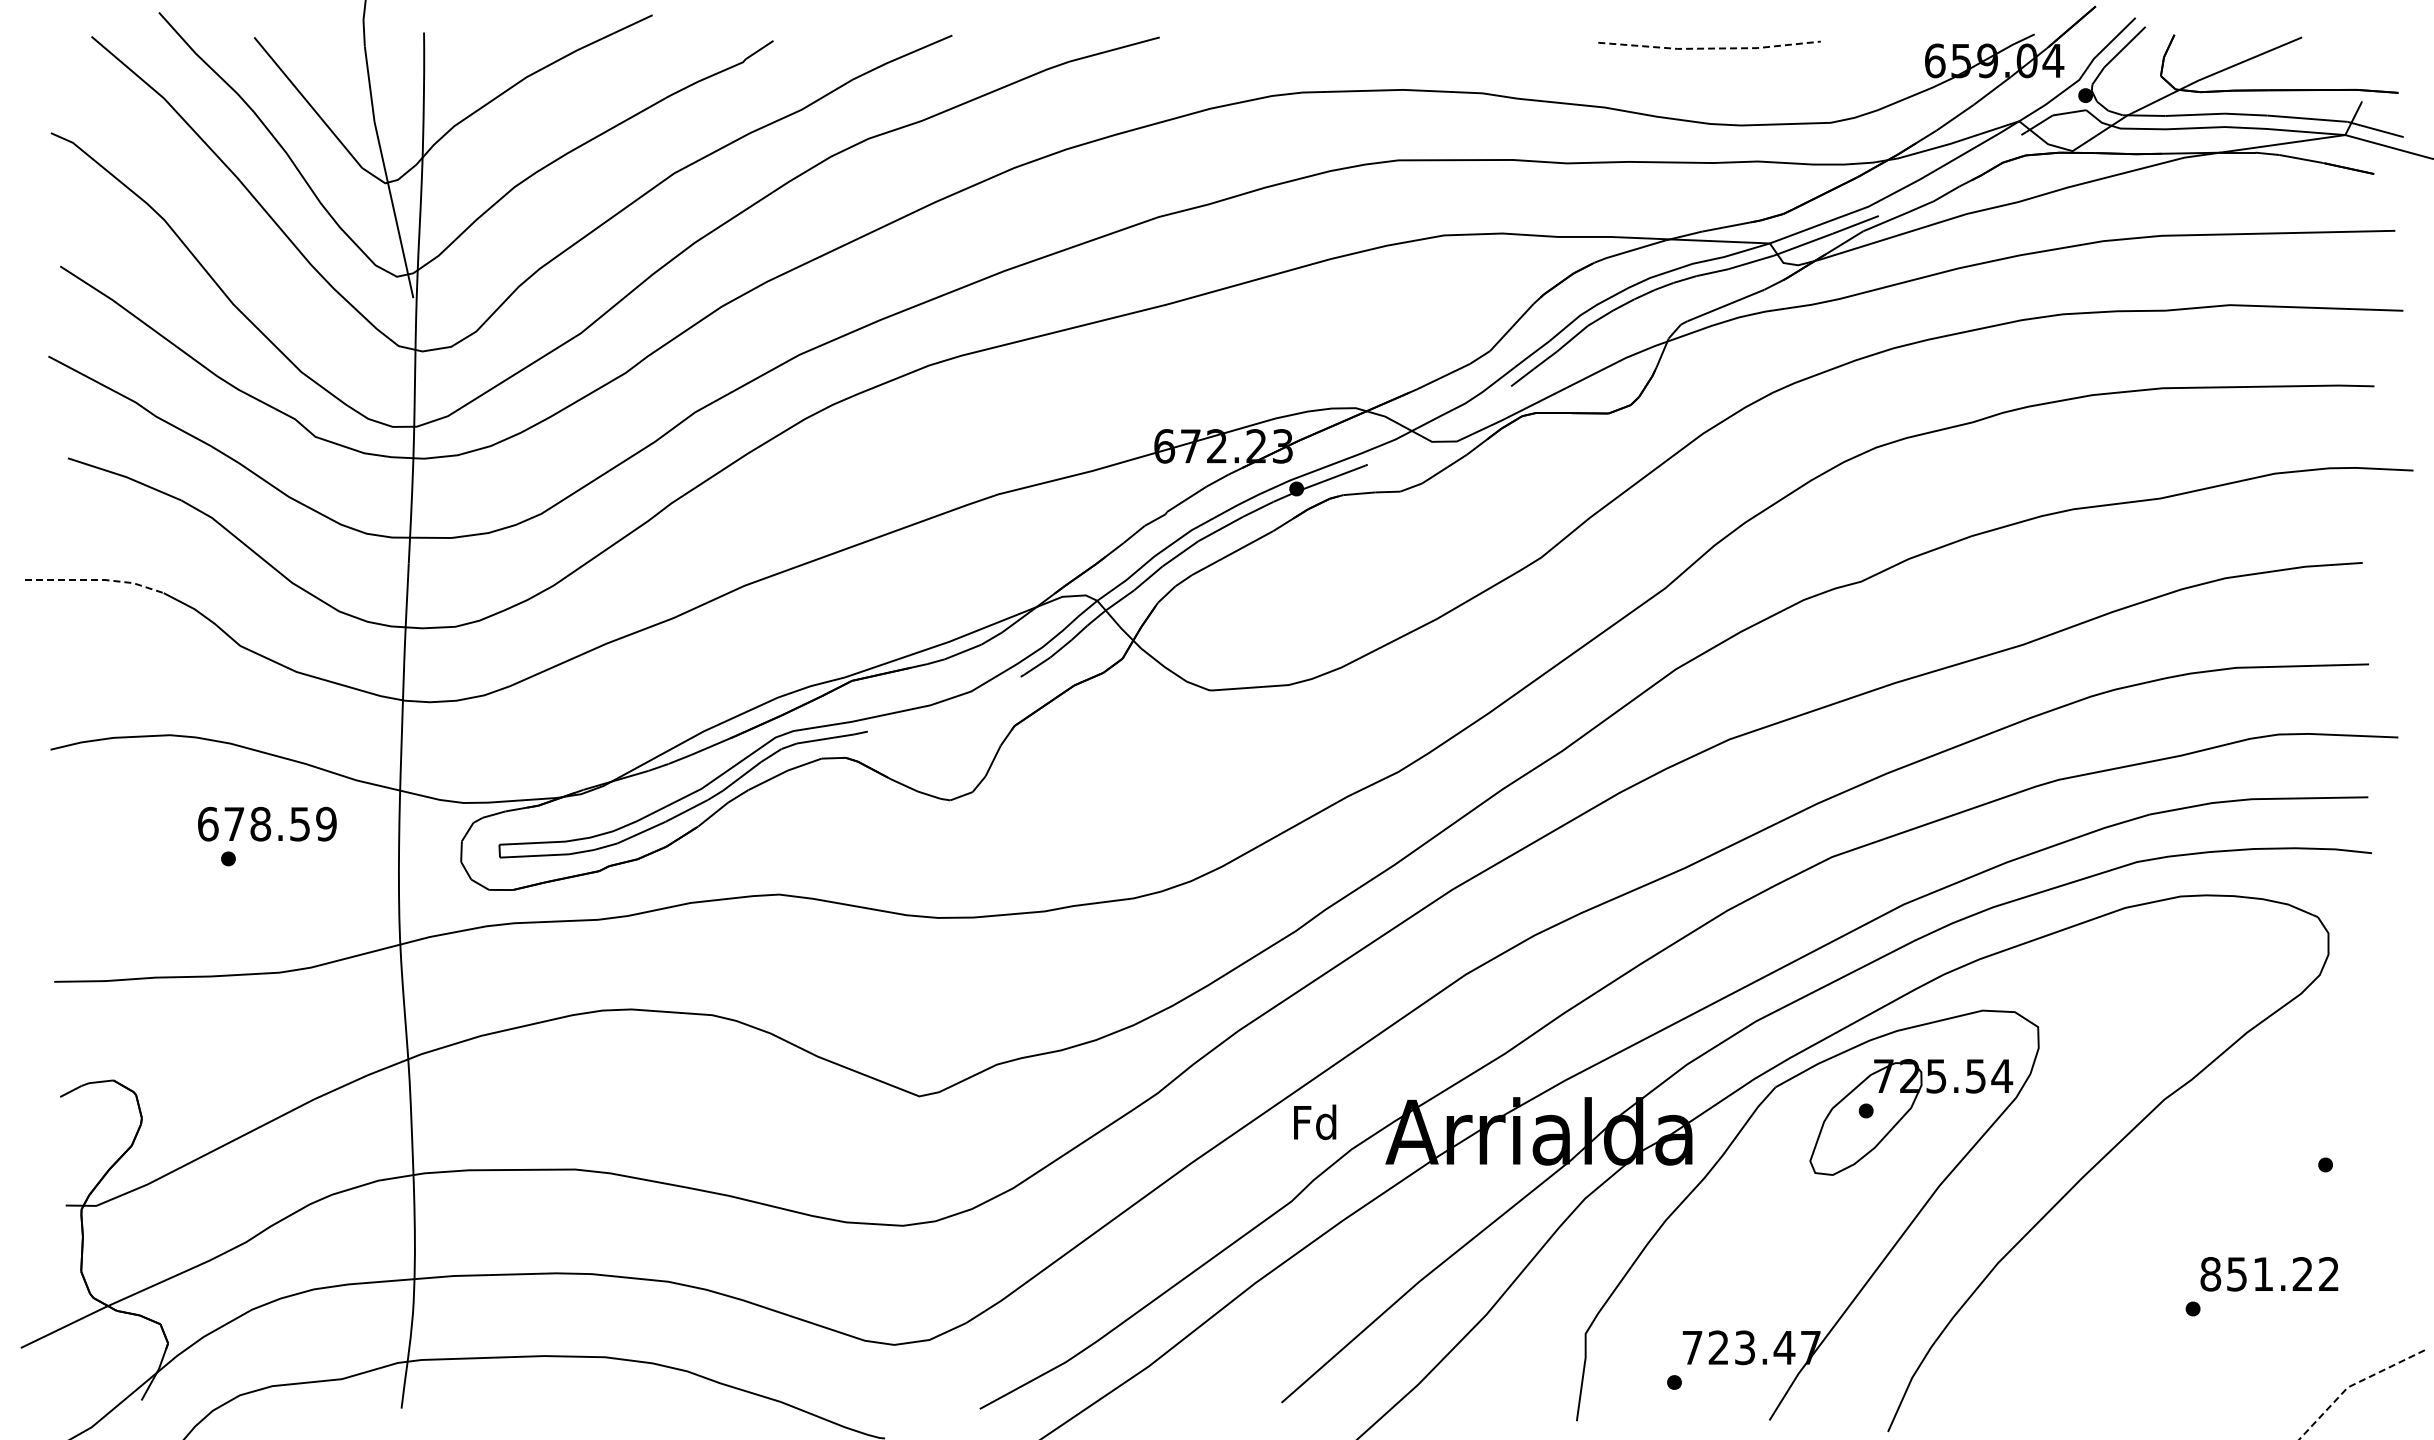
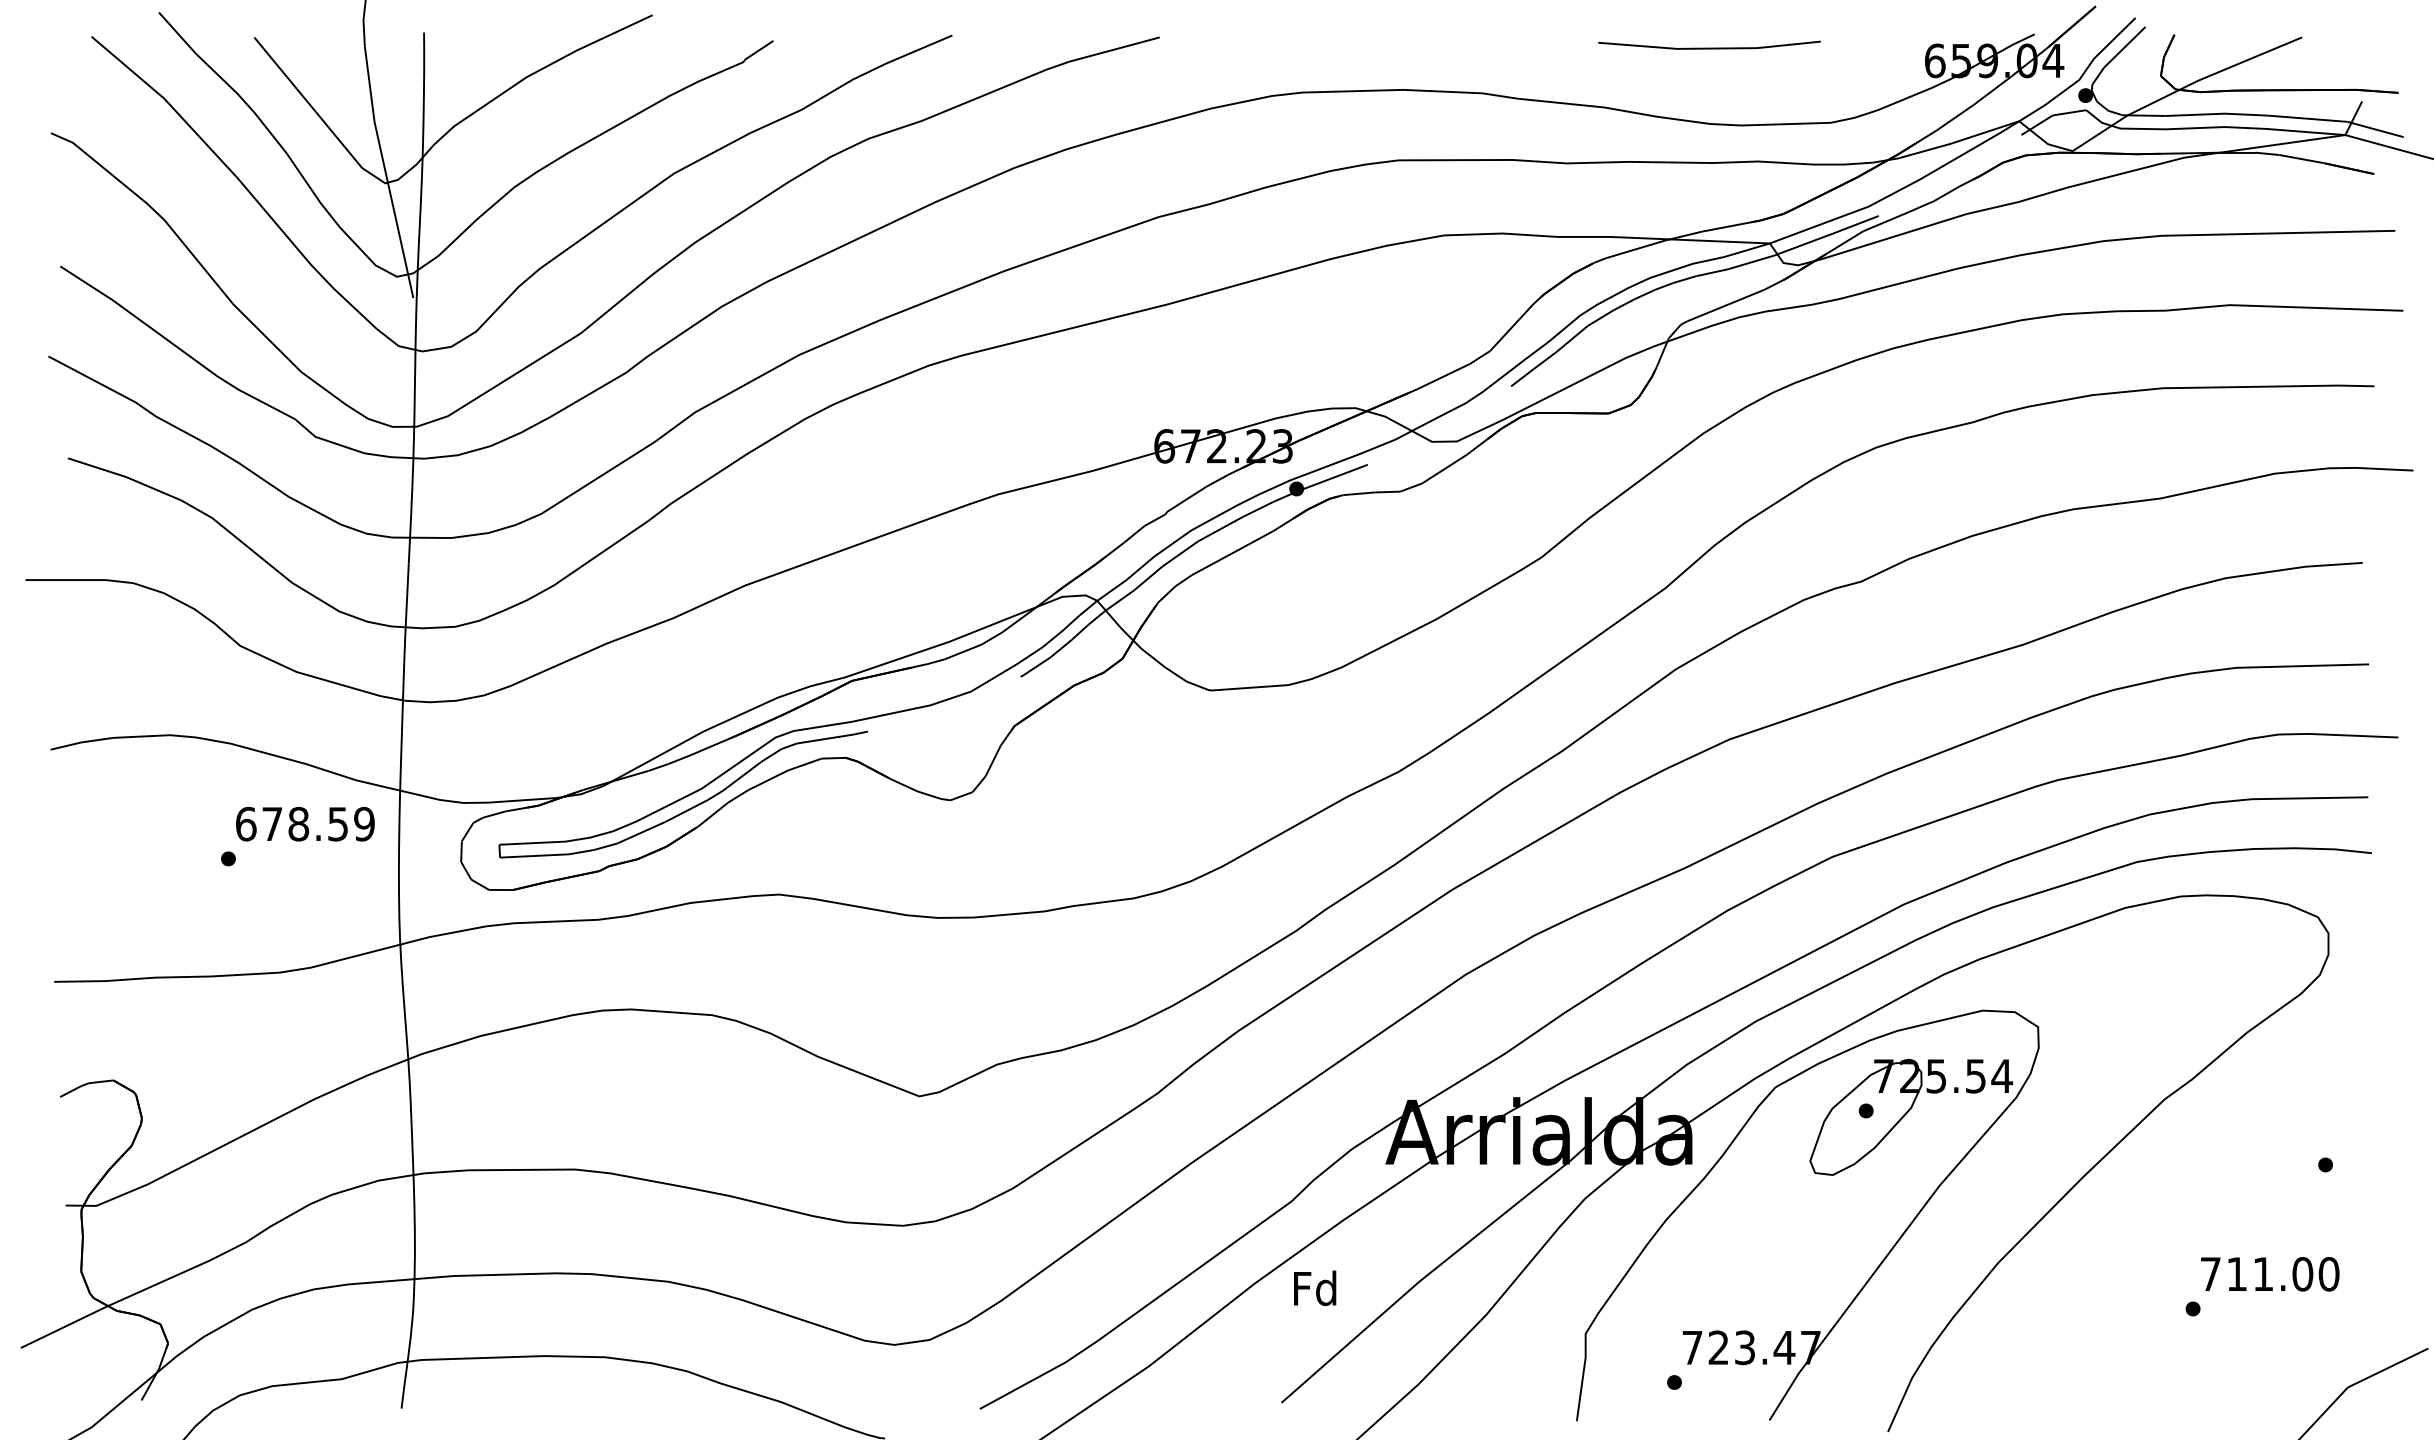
line at (1710, 48): dashed -> solid
line at (96, 580): dashed -> solid
text at (267, 823) position: (267, 823) -> (305, 823)
text at (1315, 1122) position: (1315, 1122) -> (1315, 1288)
text at (2269, 1274): 851.22 -> 711.00
line at (2355, 1383): dashed -> solid
